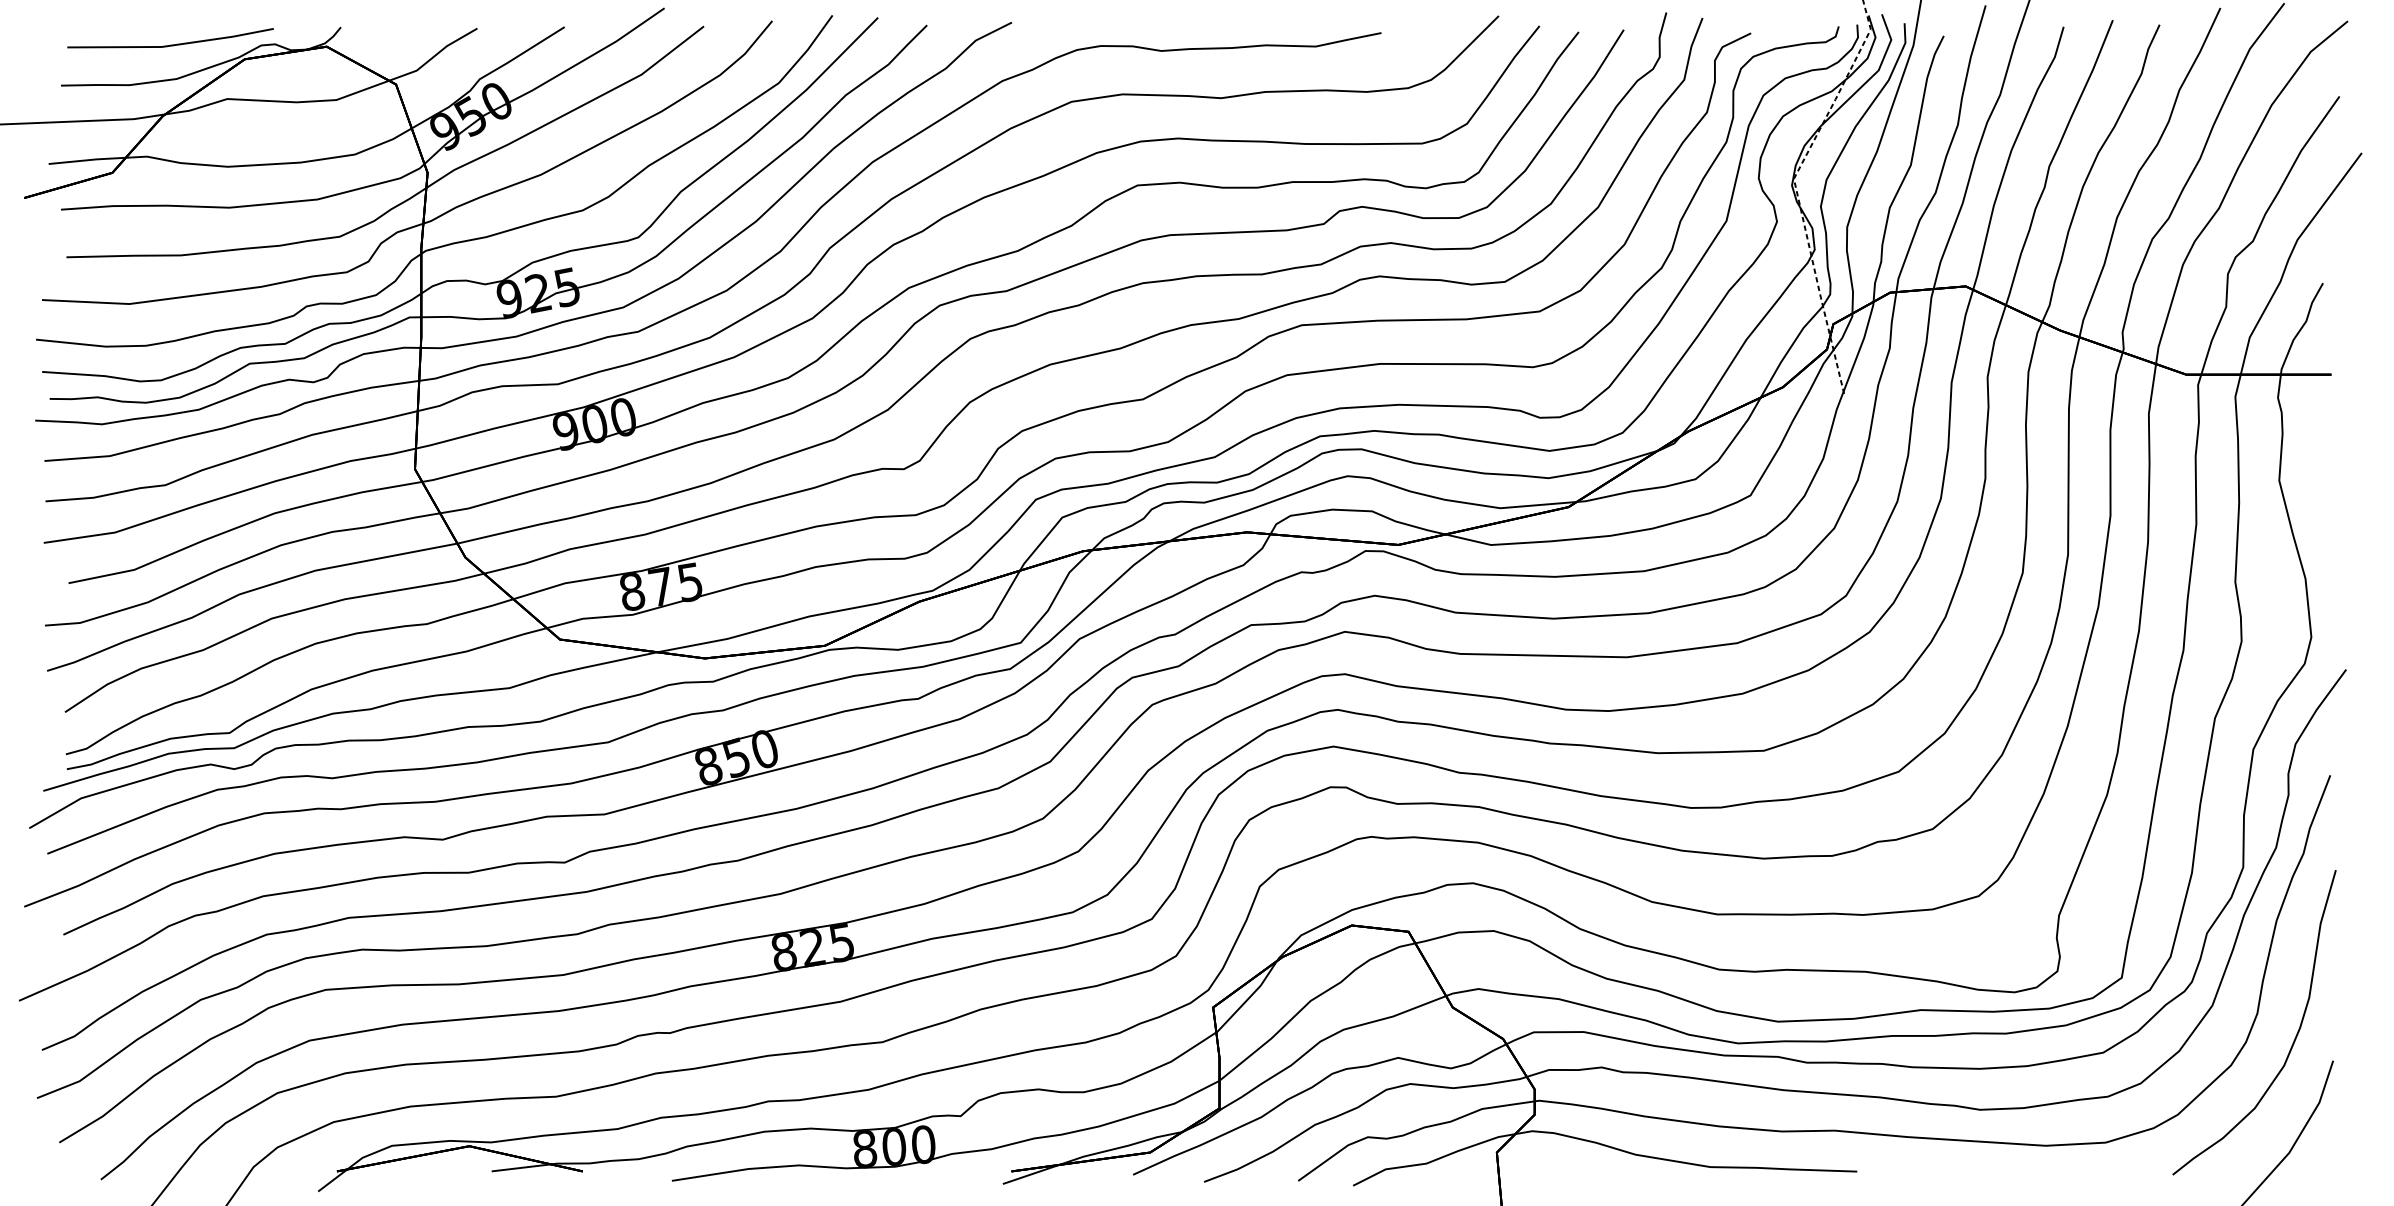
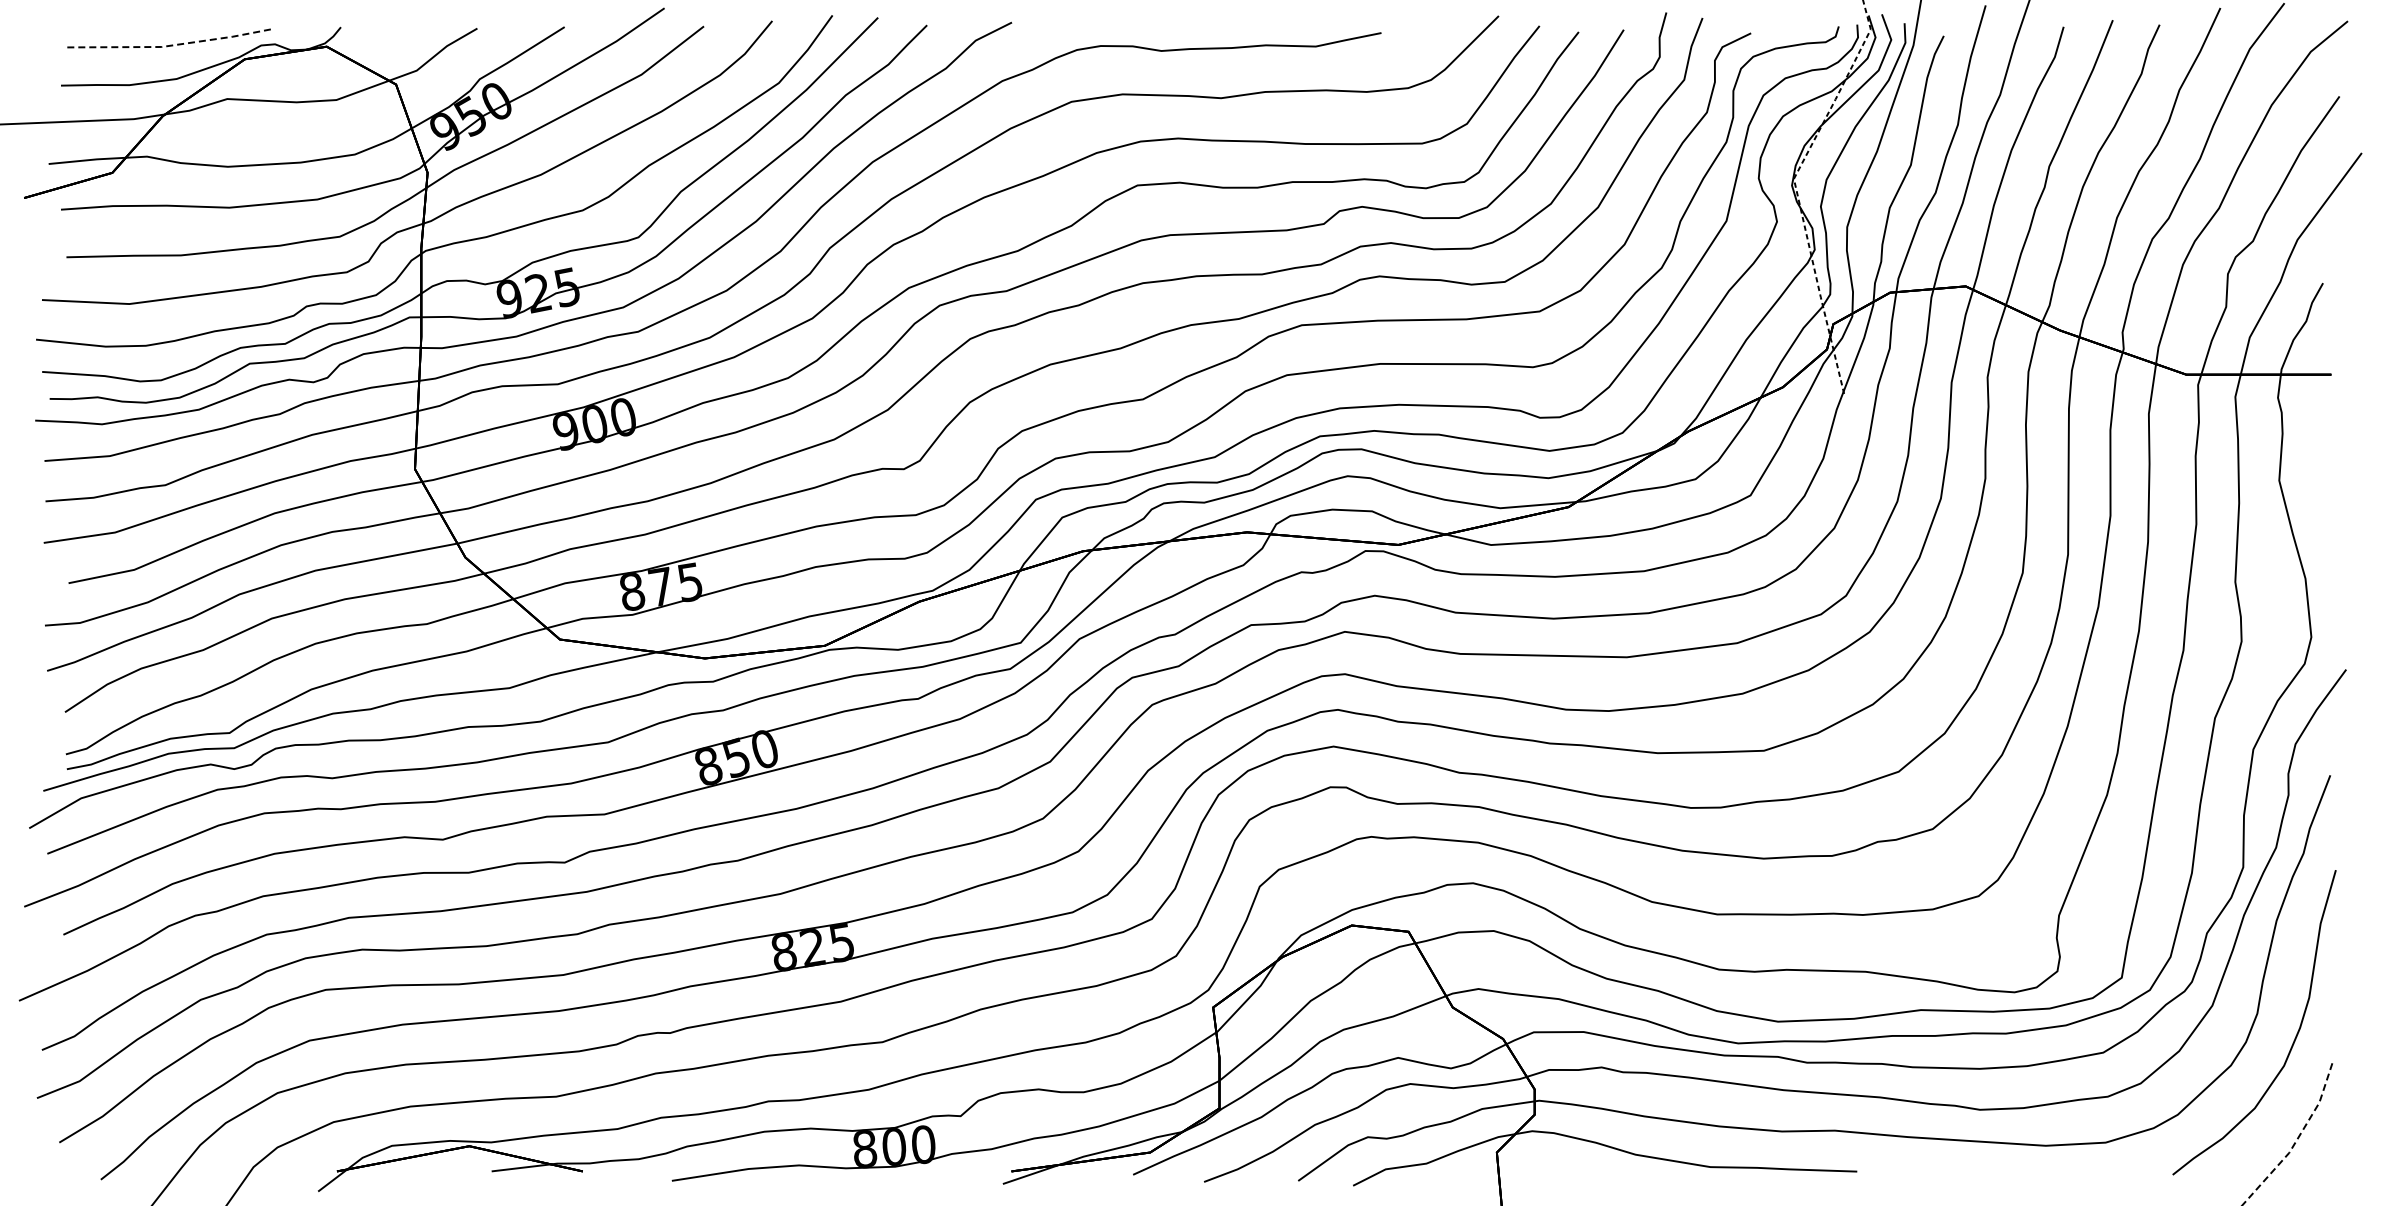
line at (171, 45): solid -> dashed
line at (2297, 1138): solid -> dashed
